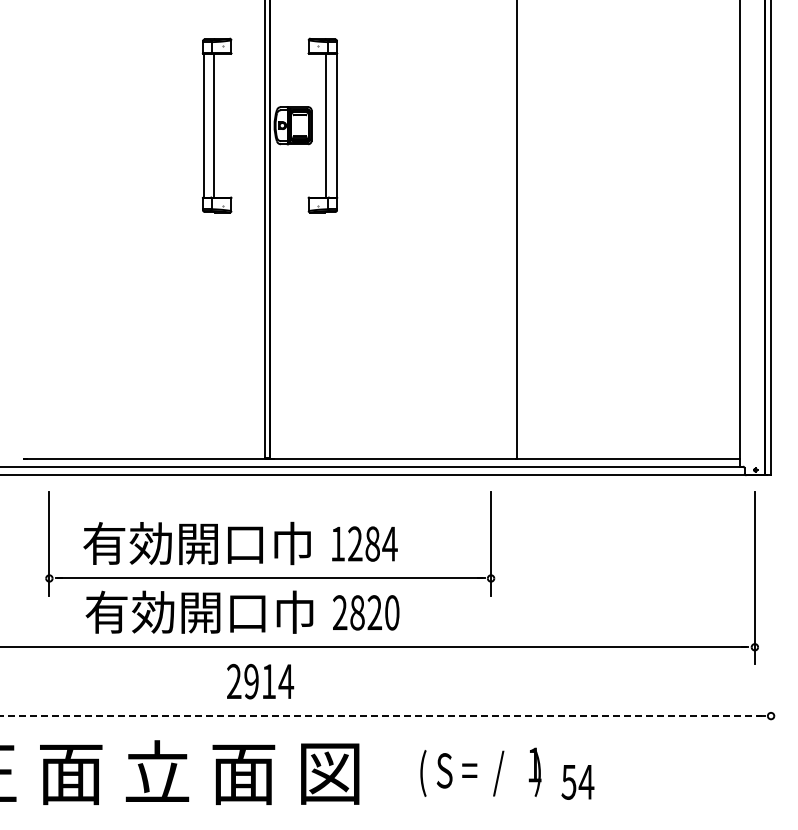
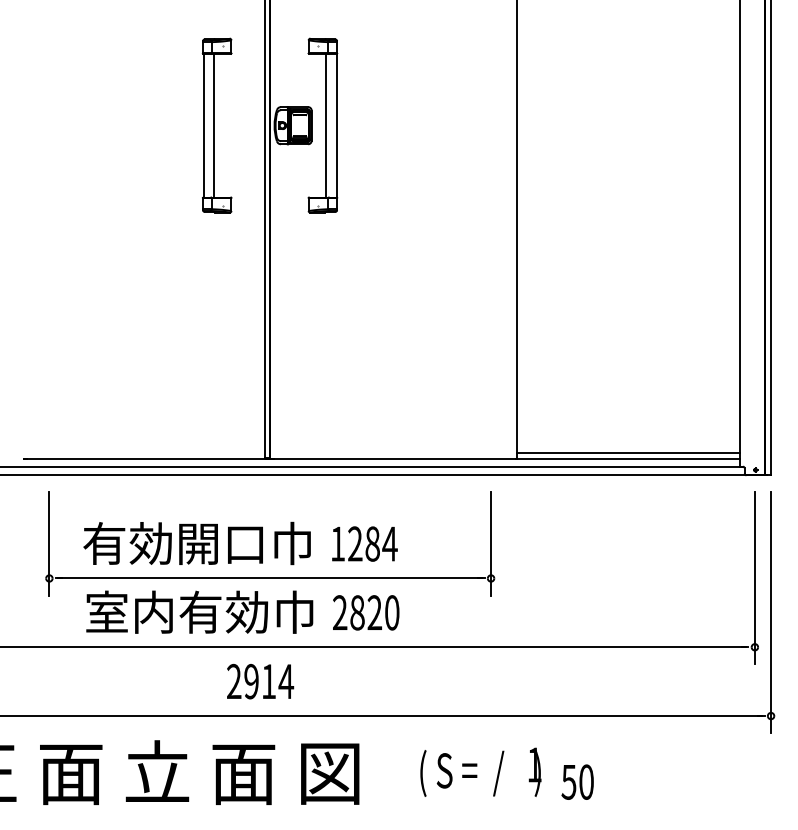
line at (628, 452): none -> present
text at (176, 611): 有効開口巾 -> 室内有効巾
line at (771, 612): none -> present
line at (381, 716): dashed -> solid
text at (586, 781): 54 -> 50
